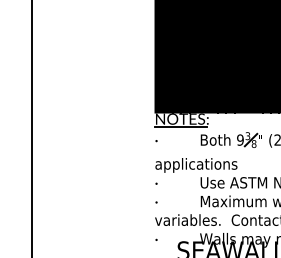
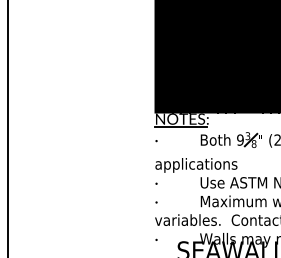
line at (31, 128) position: (31, 128) -> (7, 128)
